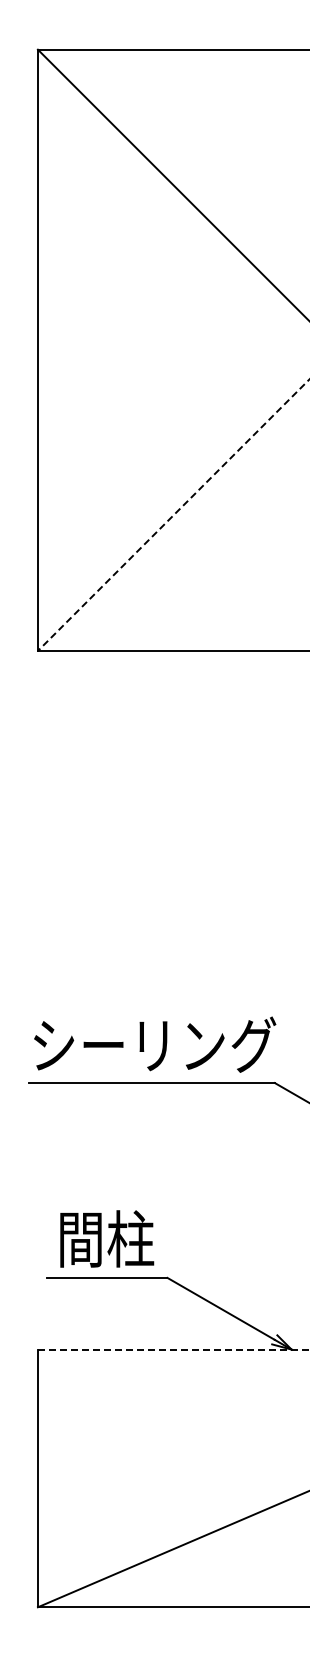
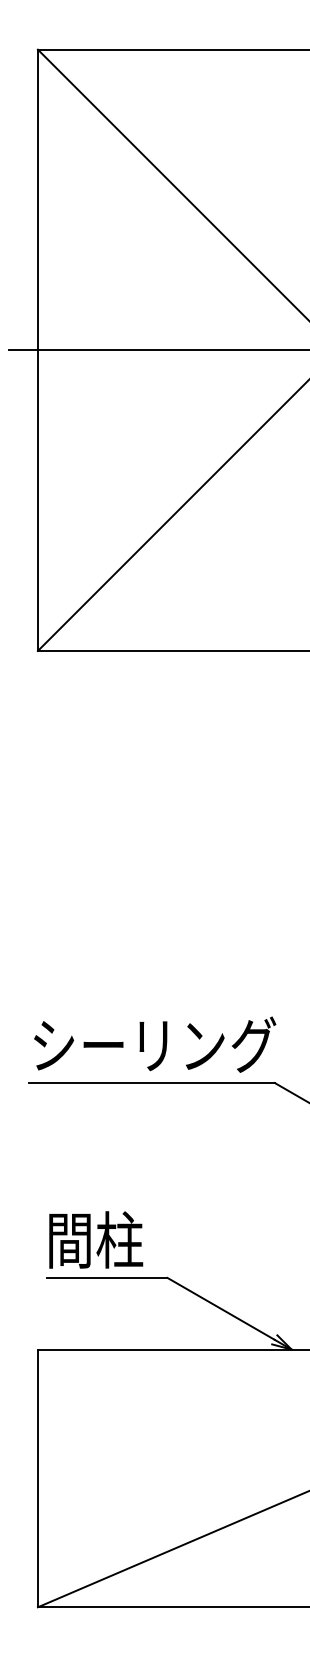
line at (157, 350): none -> present
line at (173, 515): dashed -> solid
text at (107, 1238) position: (107, 1238) -> (96, 1239)
line at (173, 1349): dashed -> solid
